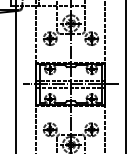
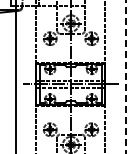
line at (126, 76): solid -> dashed
